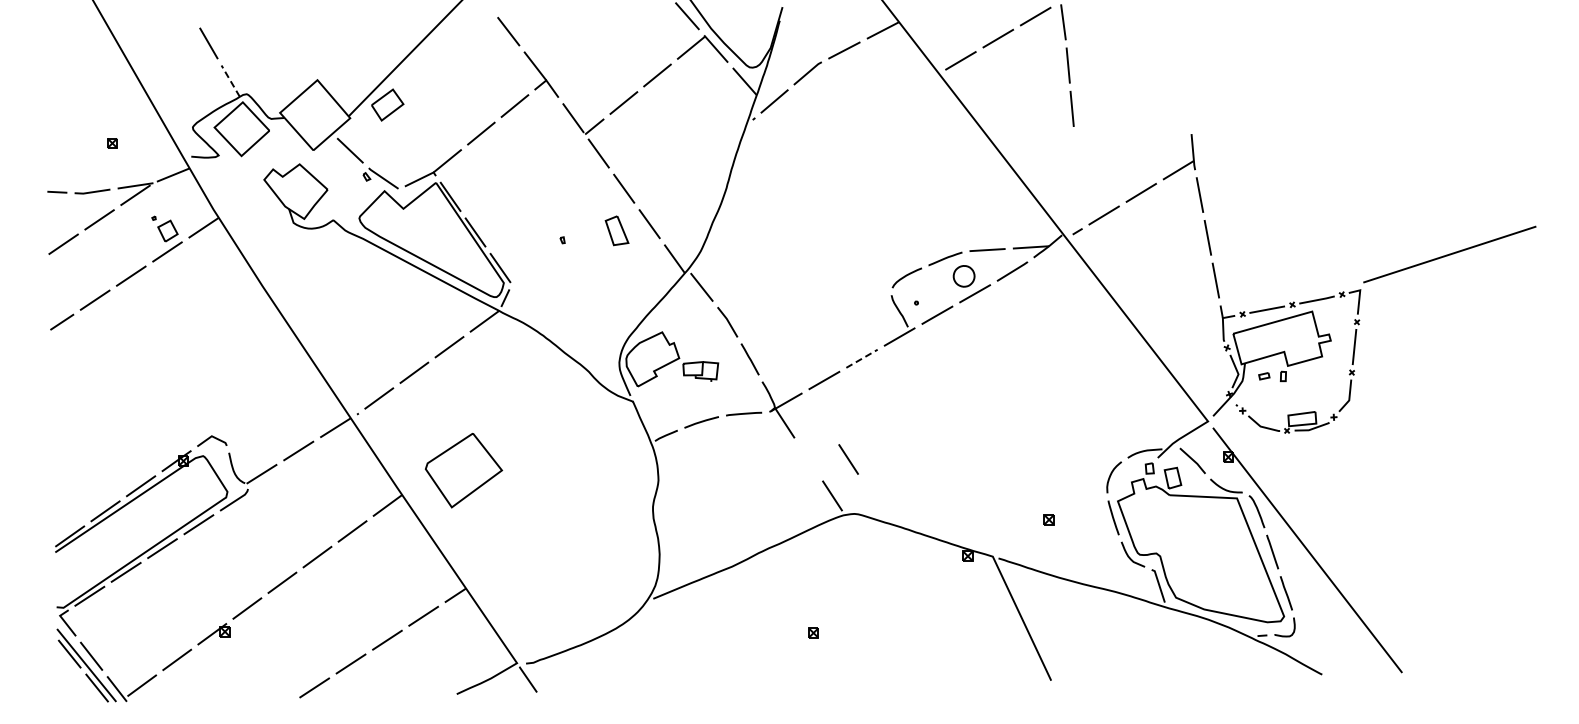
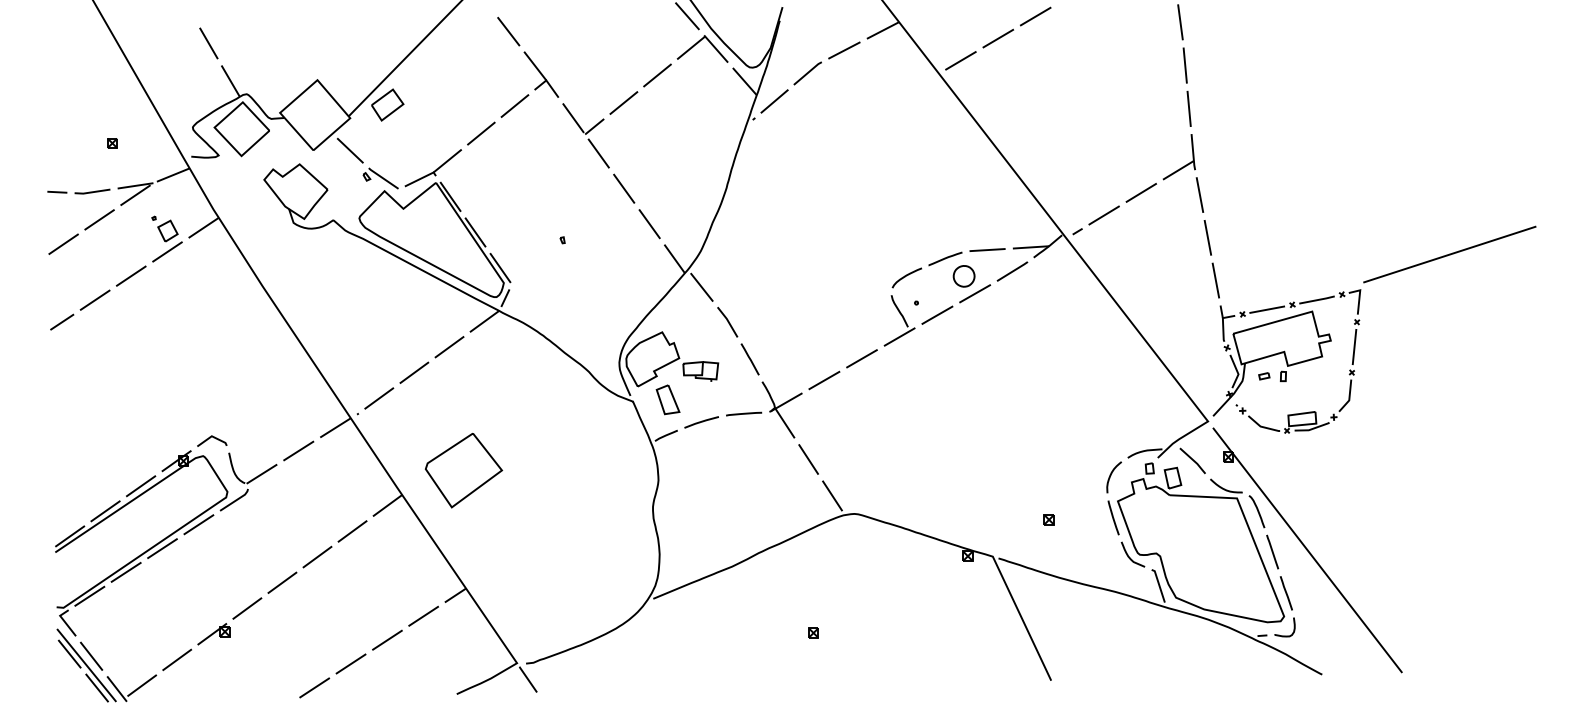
part at (1067, 65) position: (1067, 65) -> (1184, 65)
line at (230, 80): dashed -> solid
part at (616, 230) position: (616, 230) -> (667, 399)
line at (862, 358): dashed -> solid
line at (848, 459) position: (848, 459) -> (808, 459)
